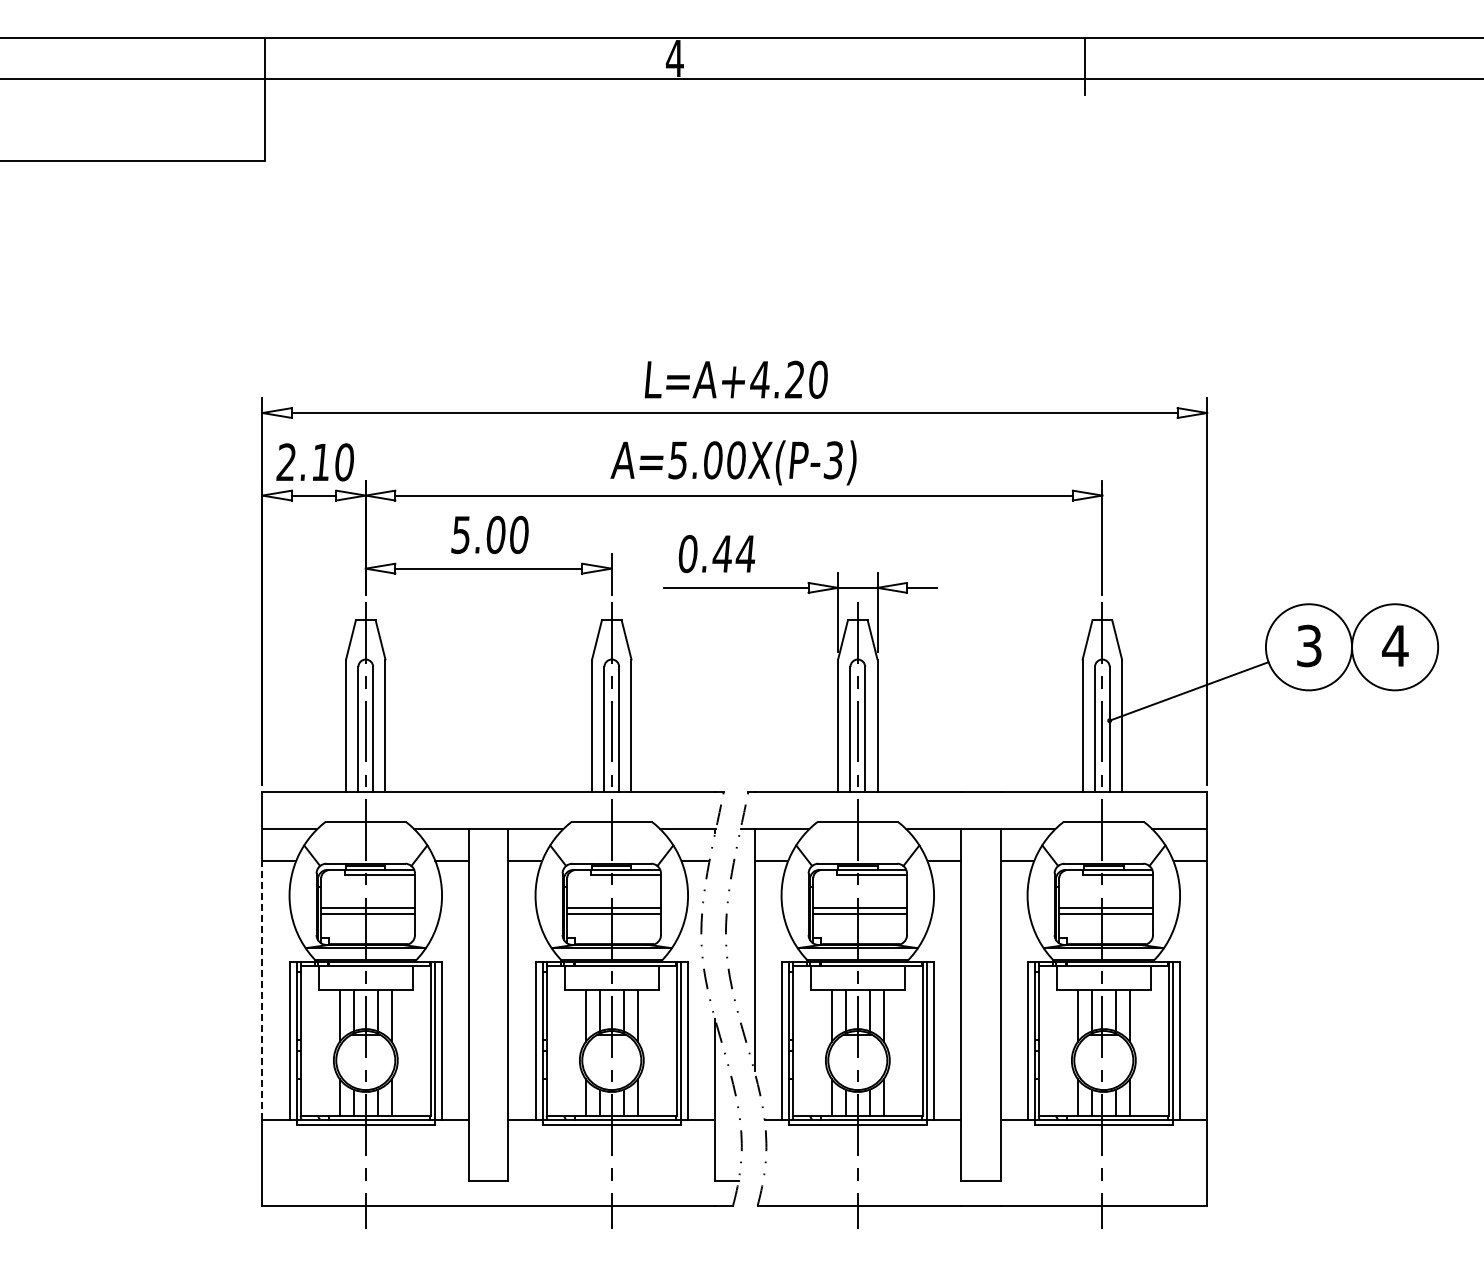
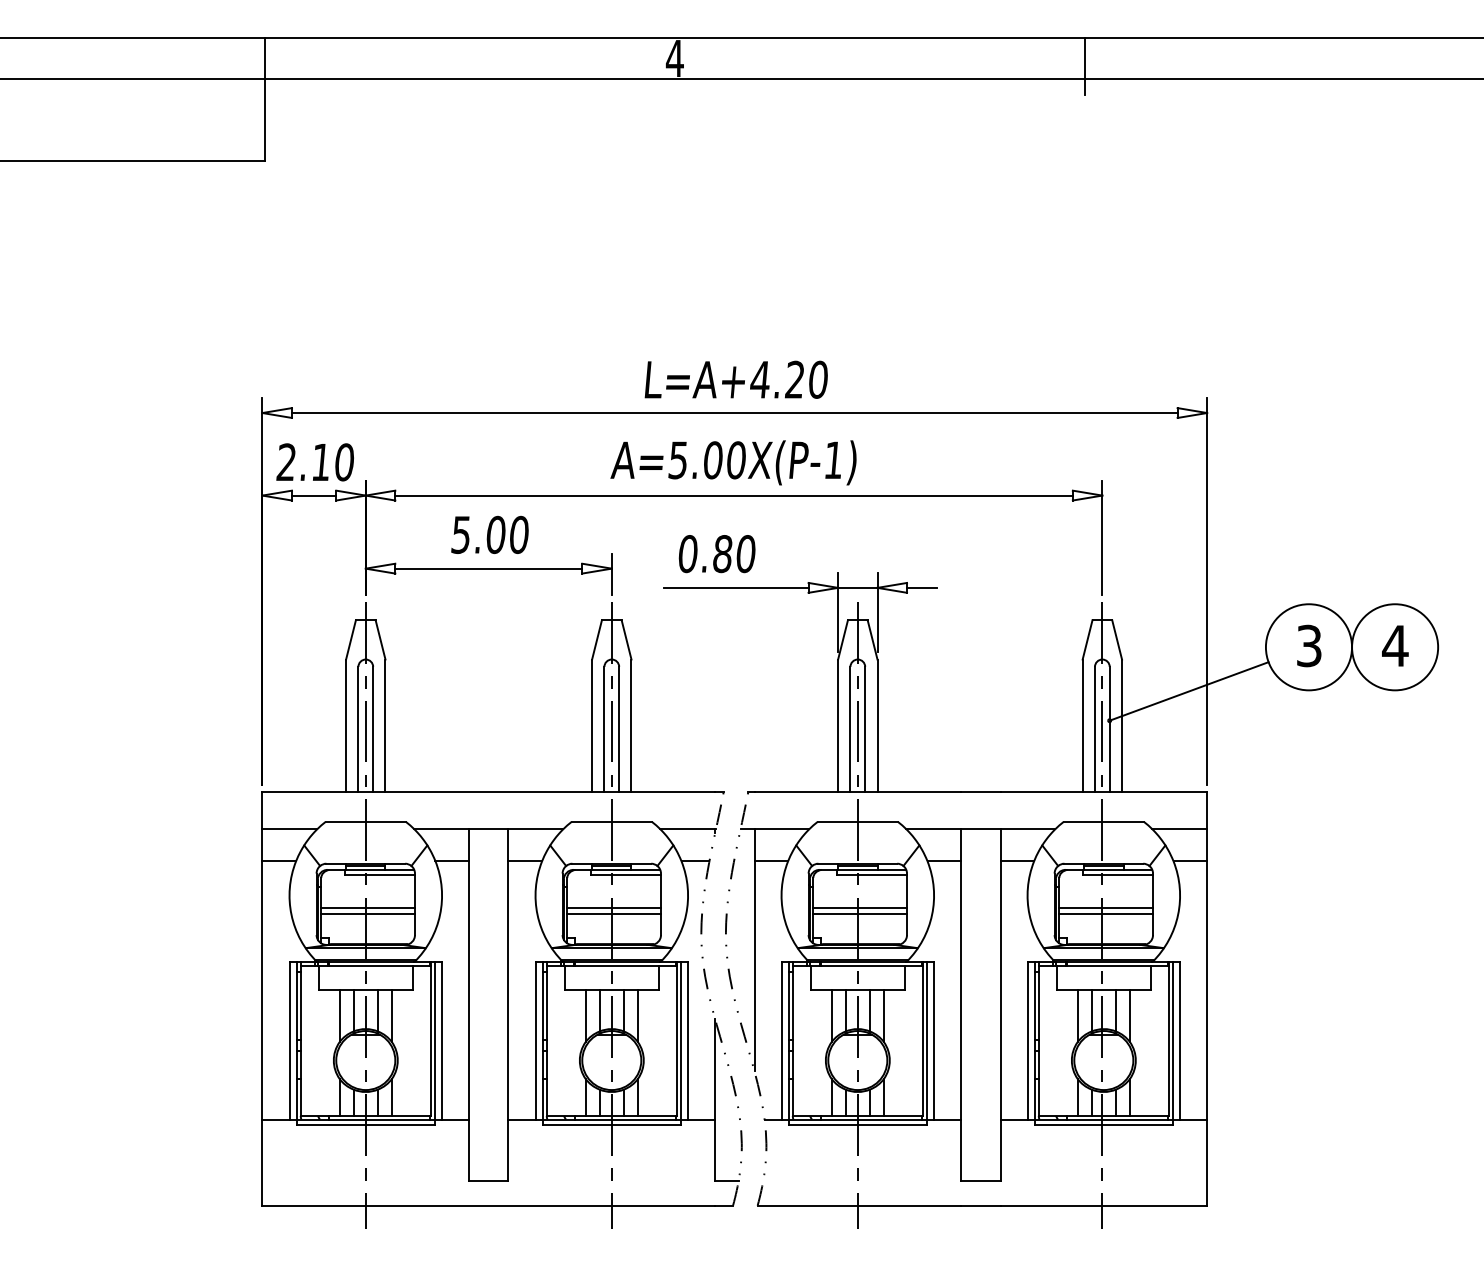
text at (832, 460): A=5.00X(P-3) -> A=5.00X(P-1)
text at (733, 554): 0.44 -> 0.80
line at (262, 989): dashed -> solid
